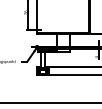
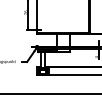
line at (50, 102) position: (50, 102) -> (50, 93)
